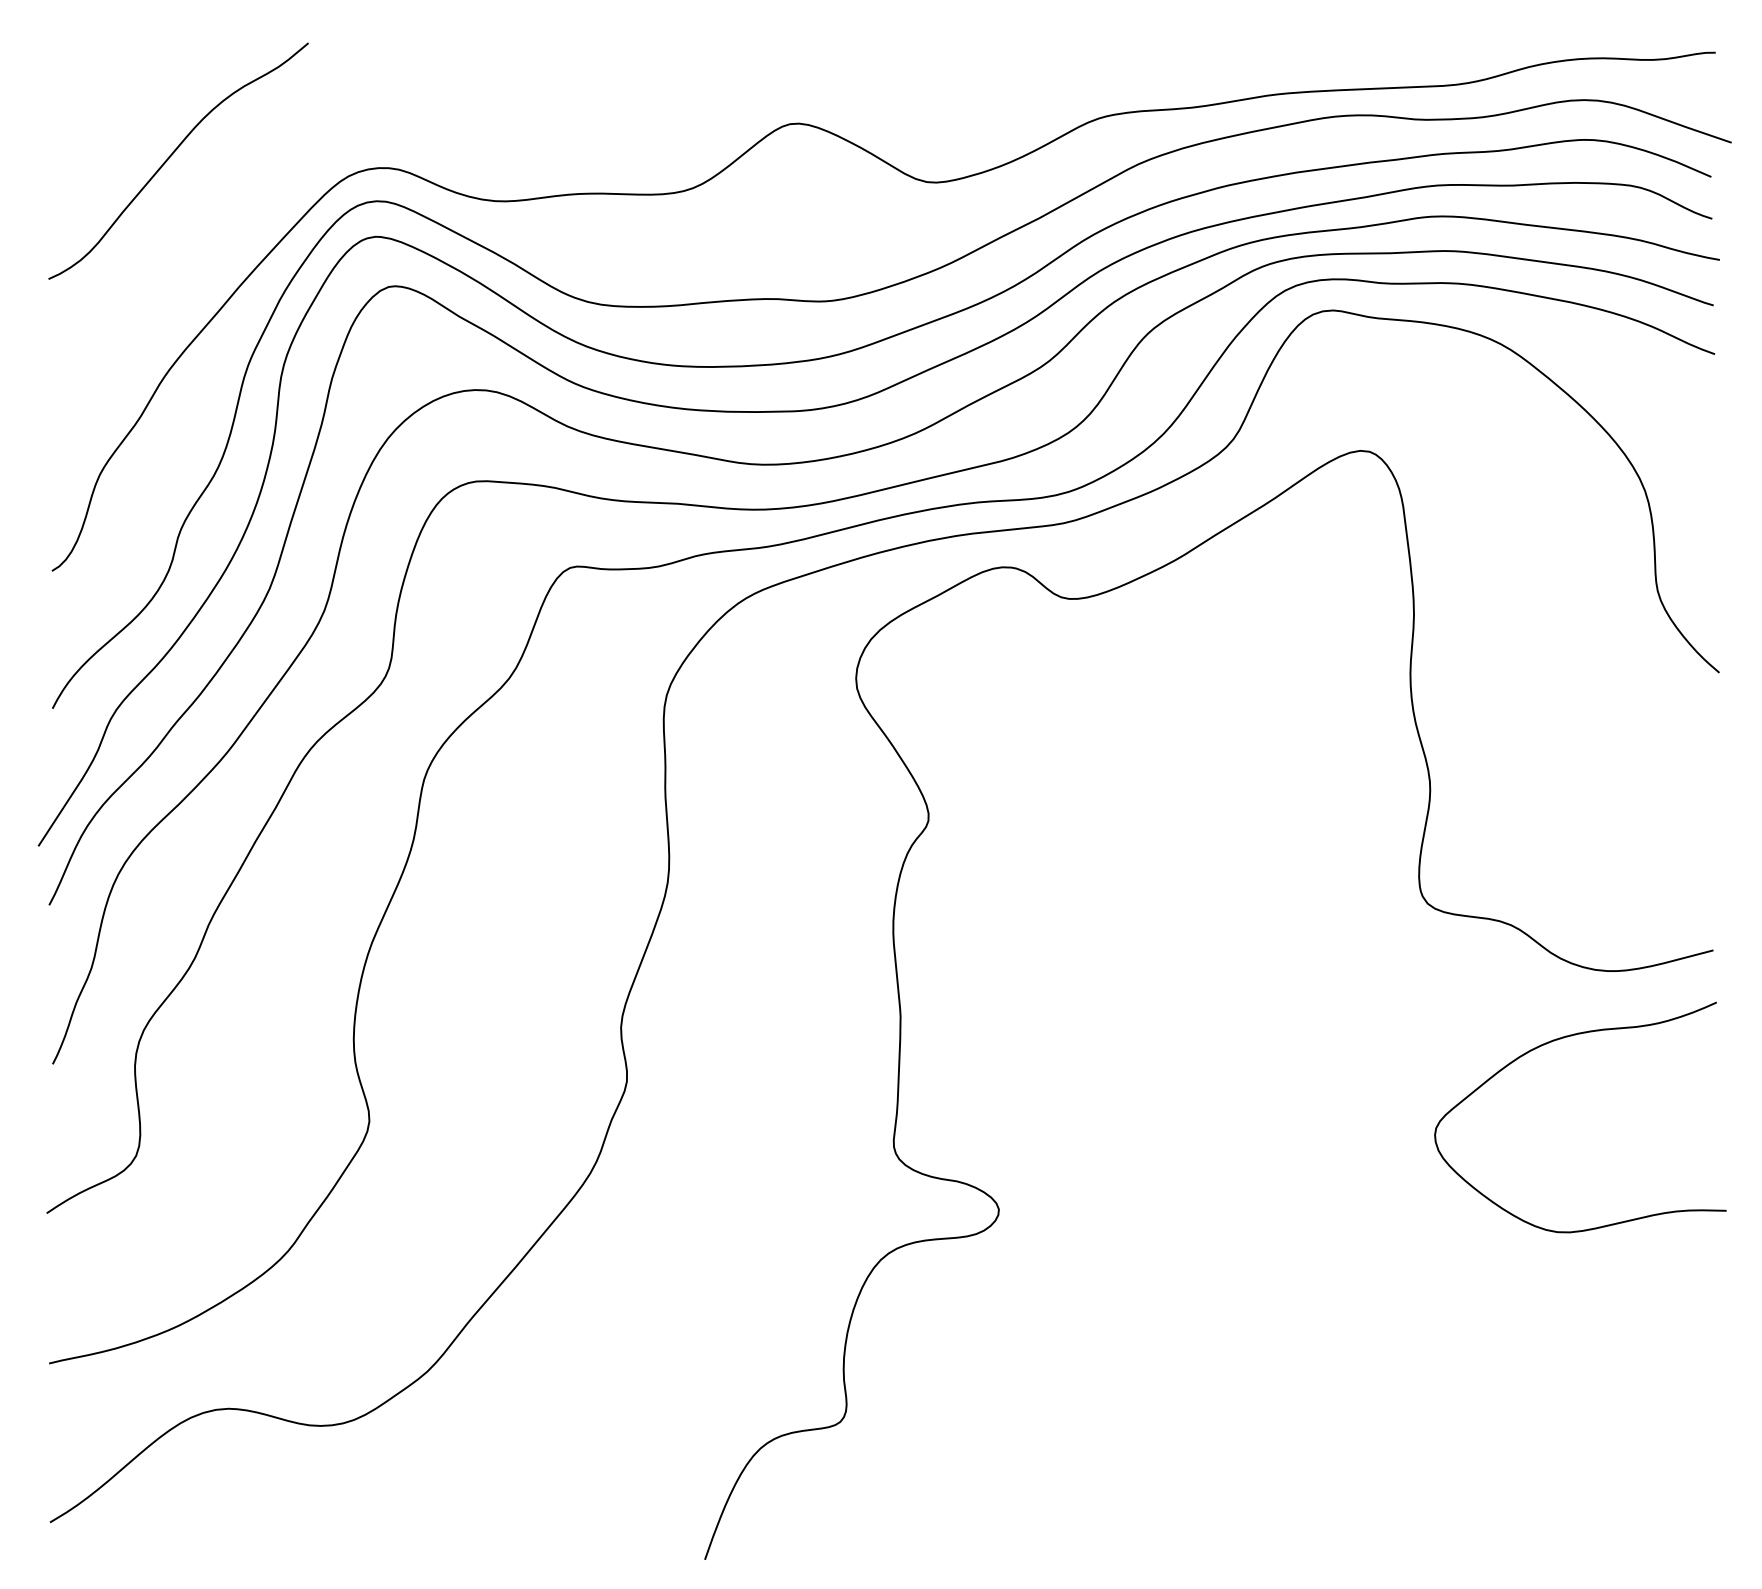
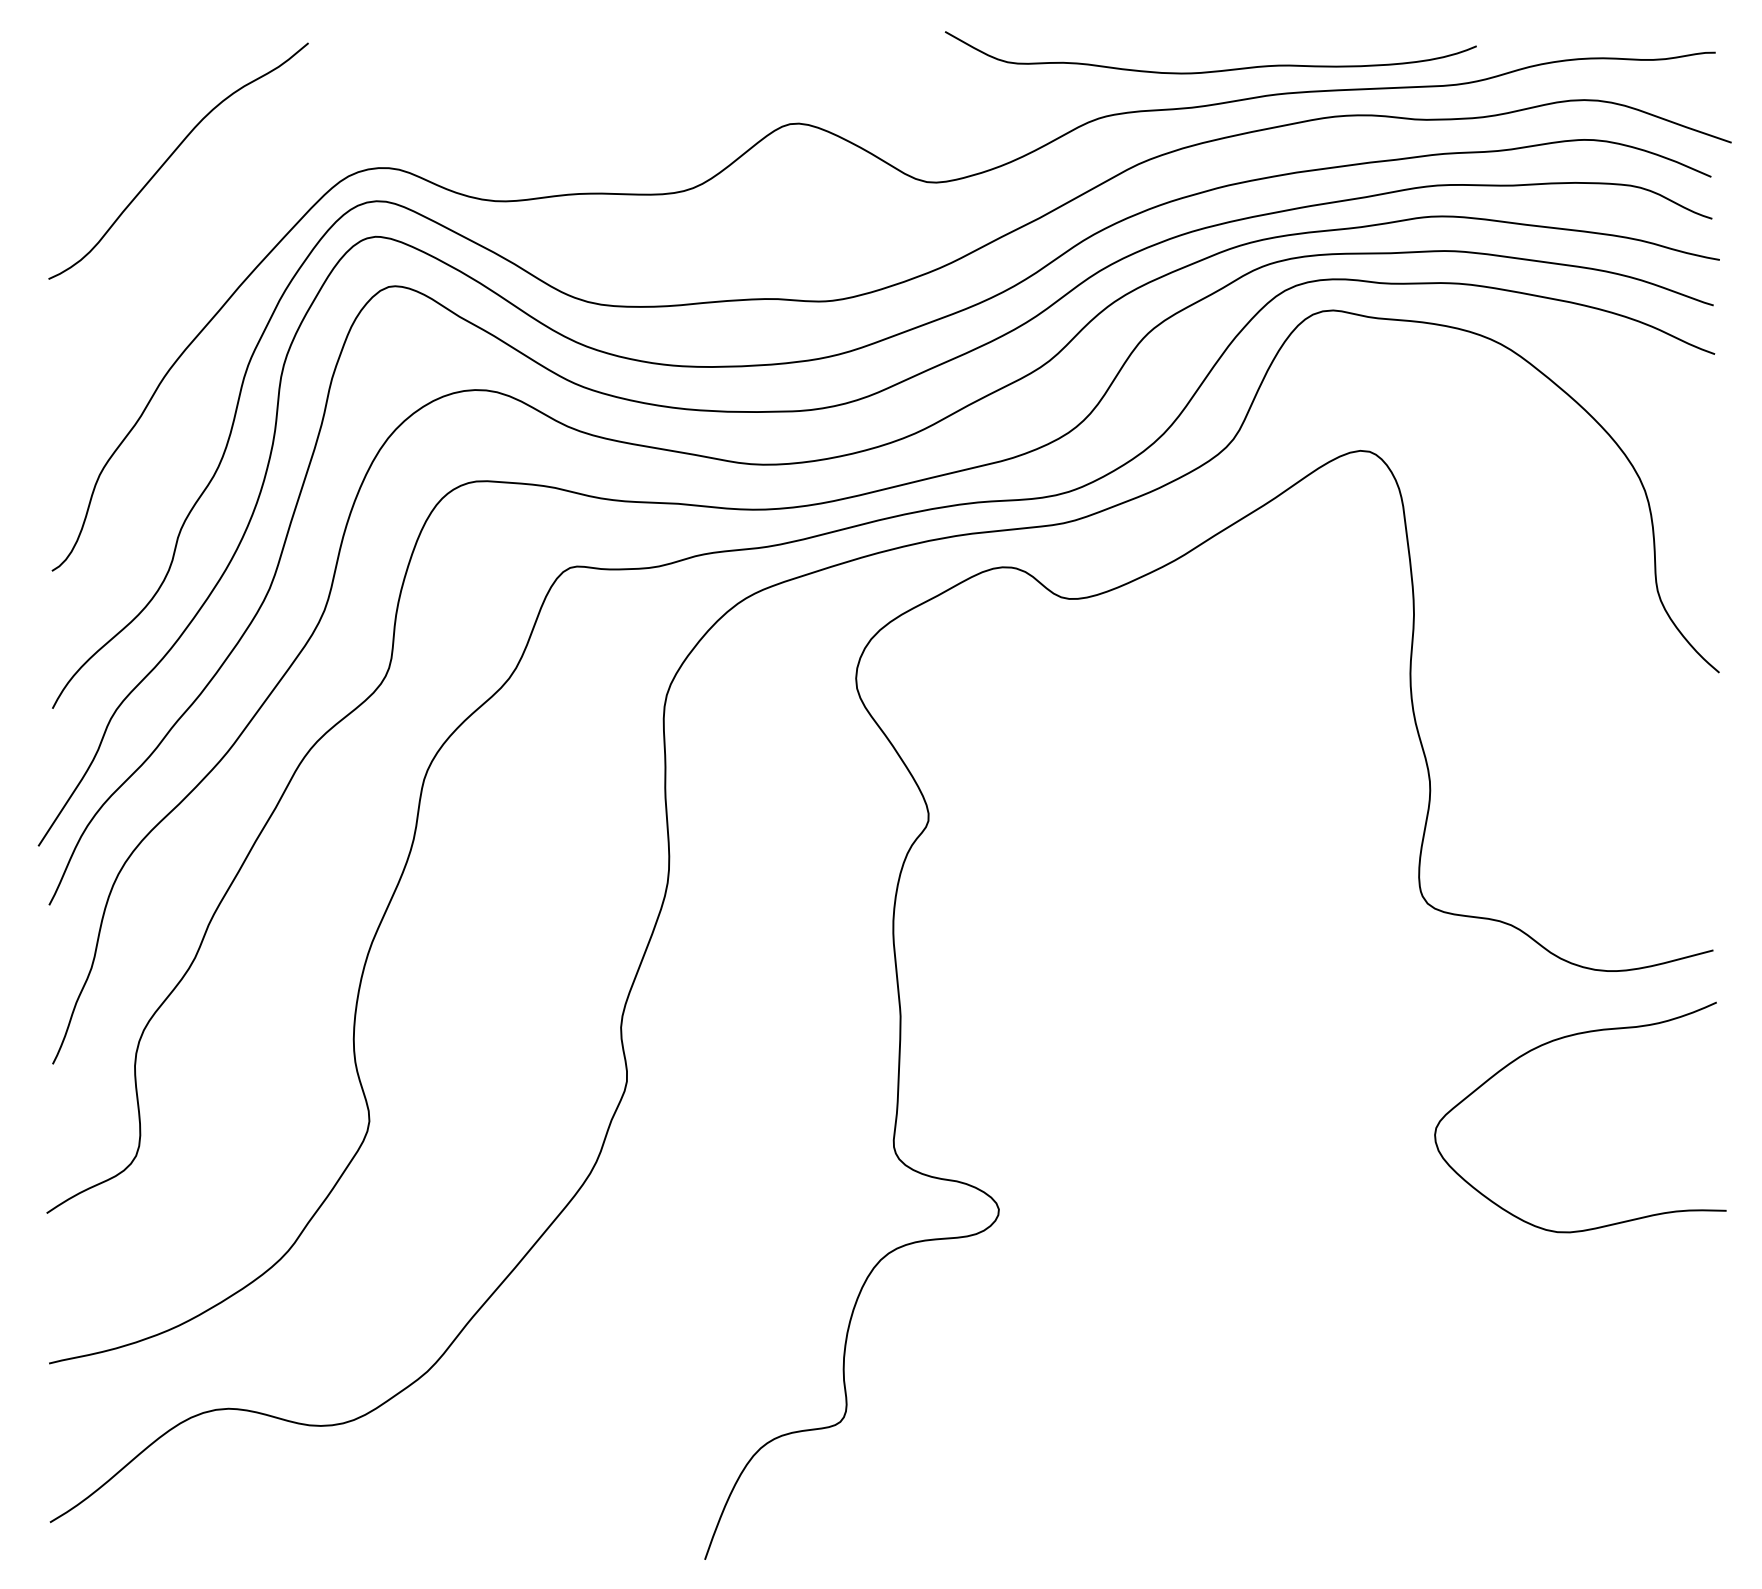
curve at (1212, 70): none -> present
